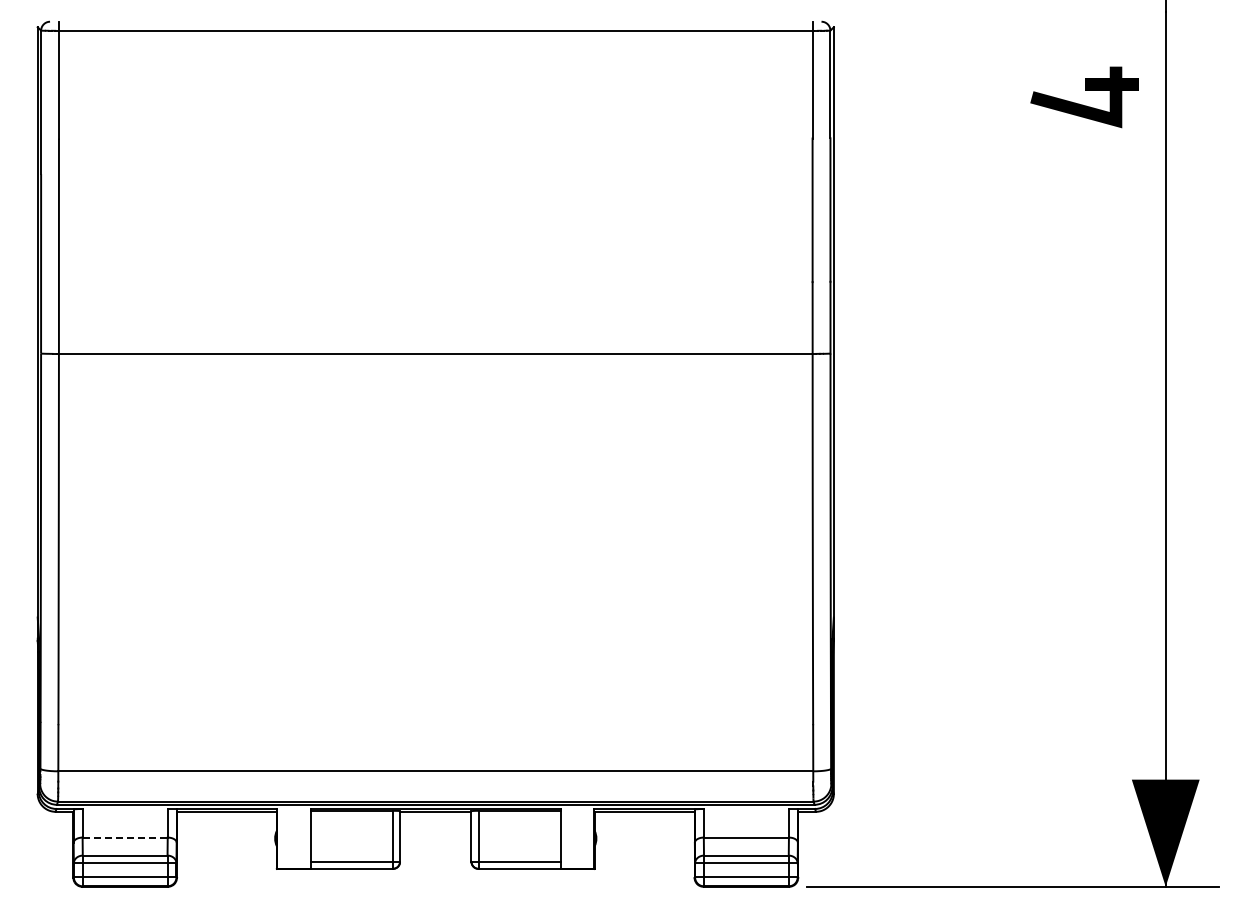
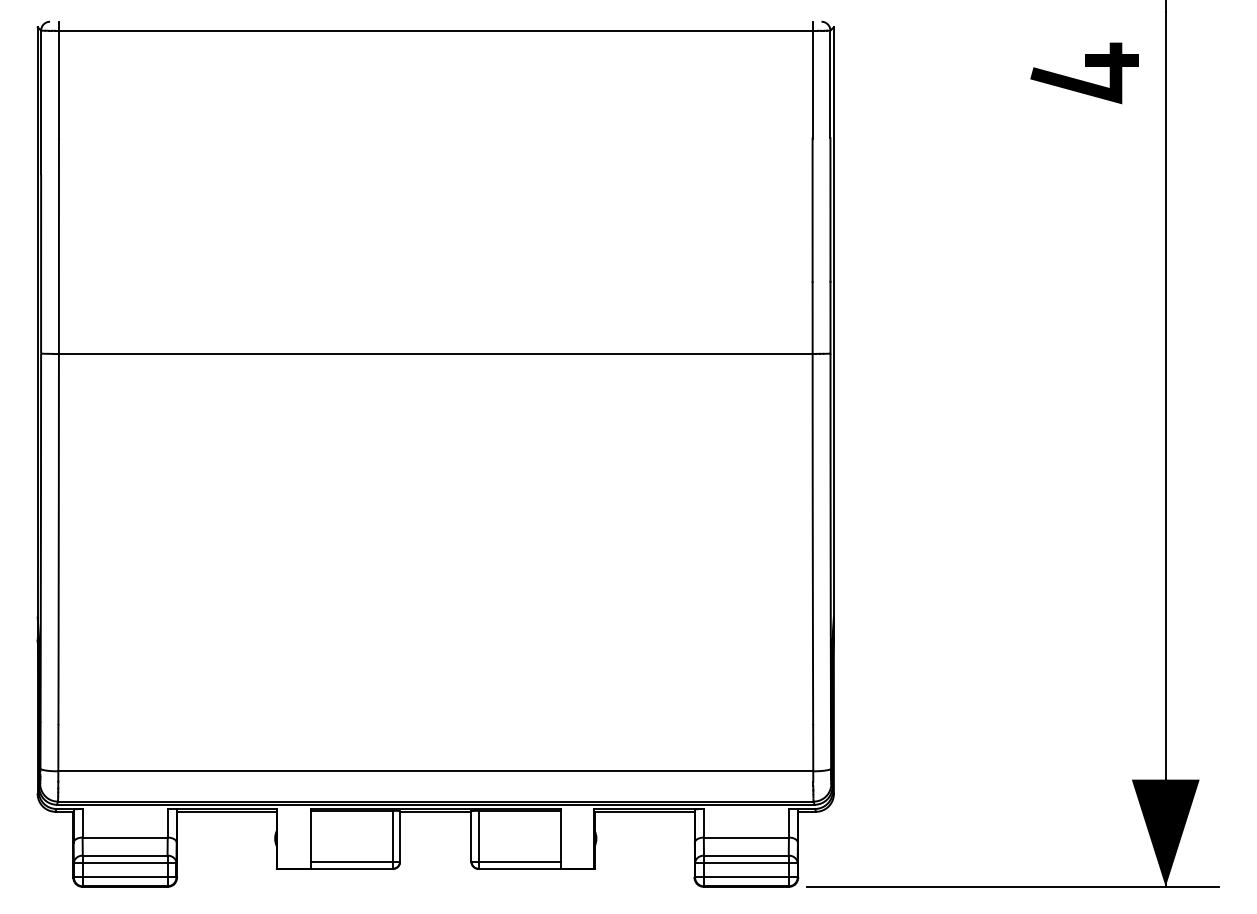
part at (1085, 90) position: (1085, 90) -> (1085, 66)
line at (125, 837): dashed -> solid
